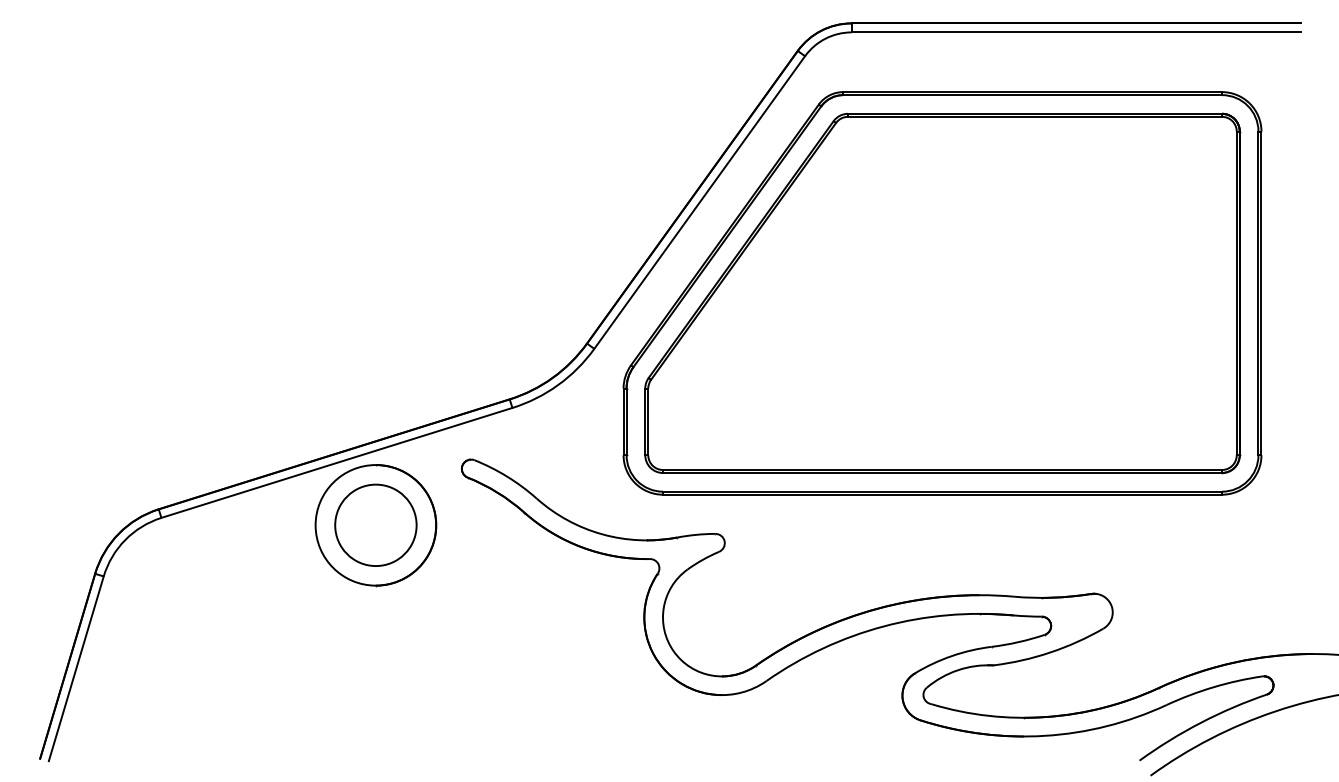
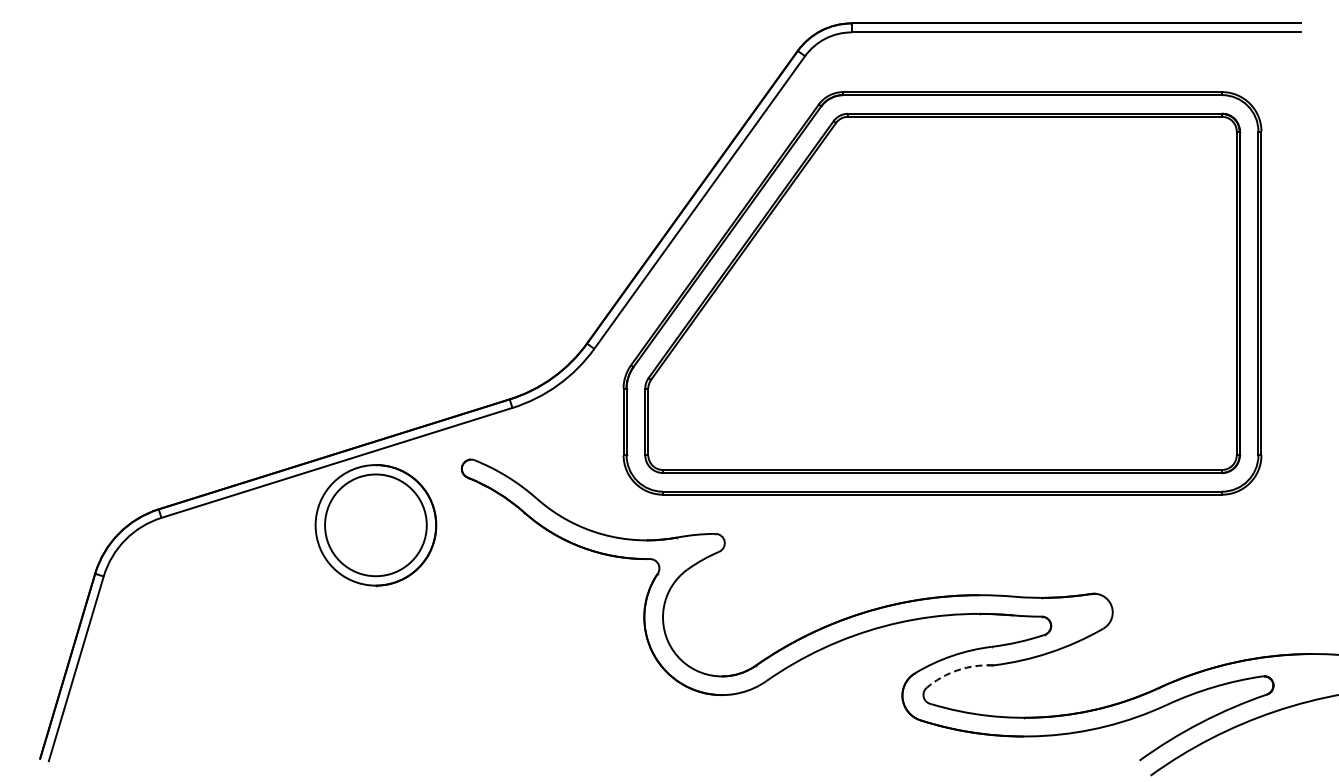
circle at (375, 525) diameter: 81 px -> 102 px
arc at (957, 670): solid -> dashed
